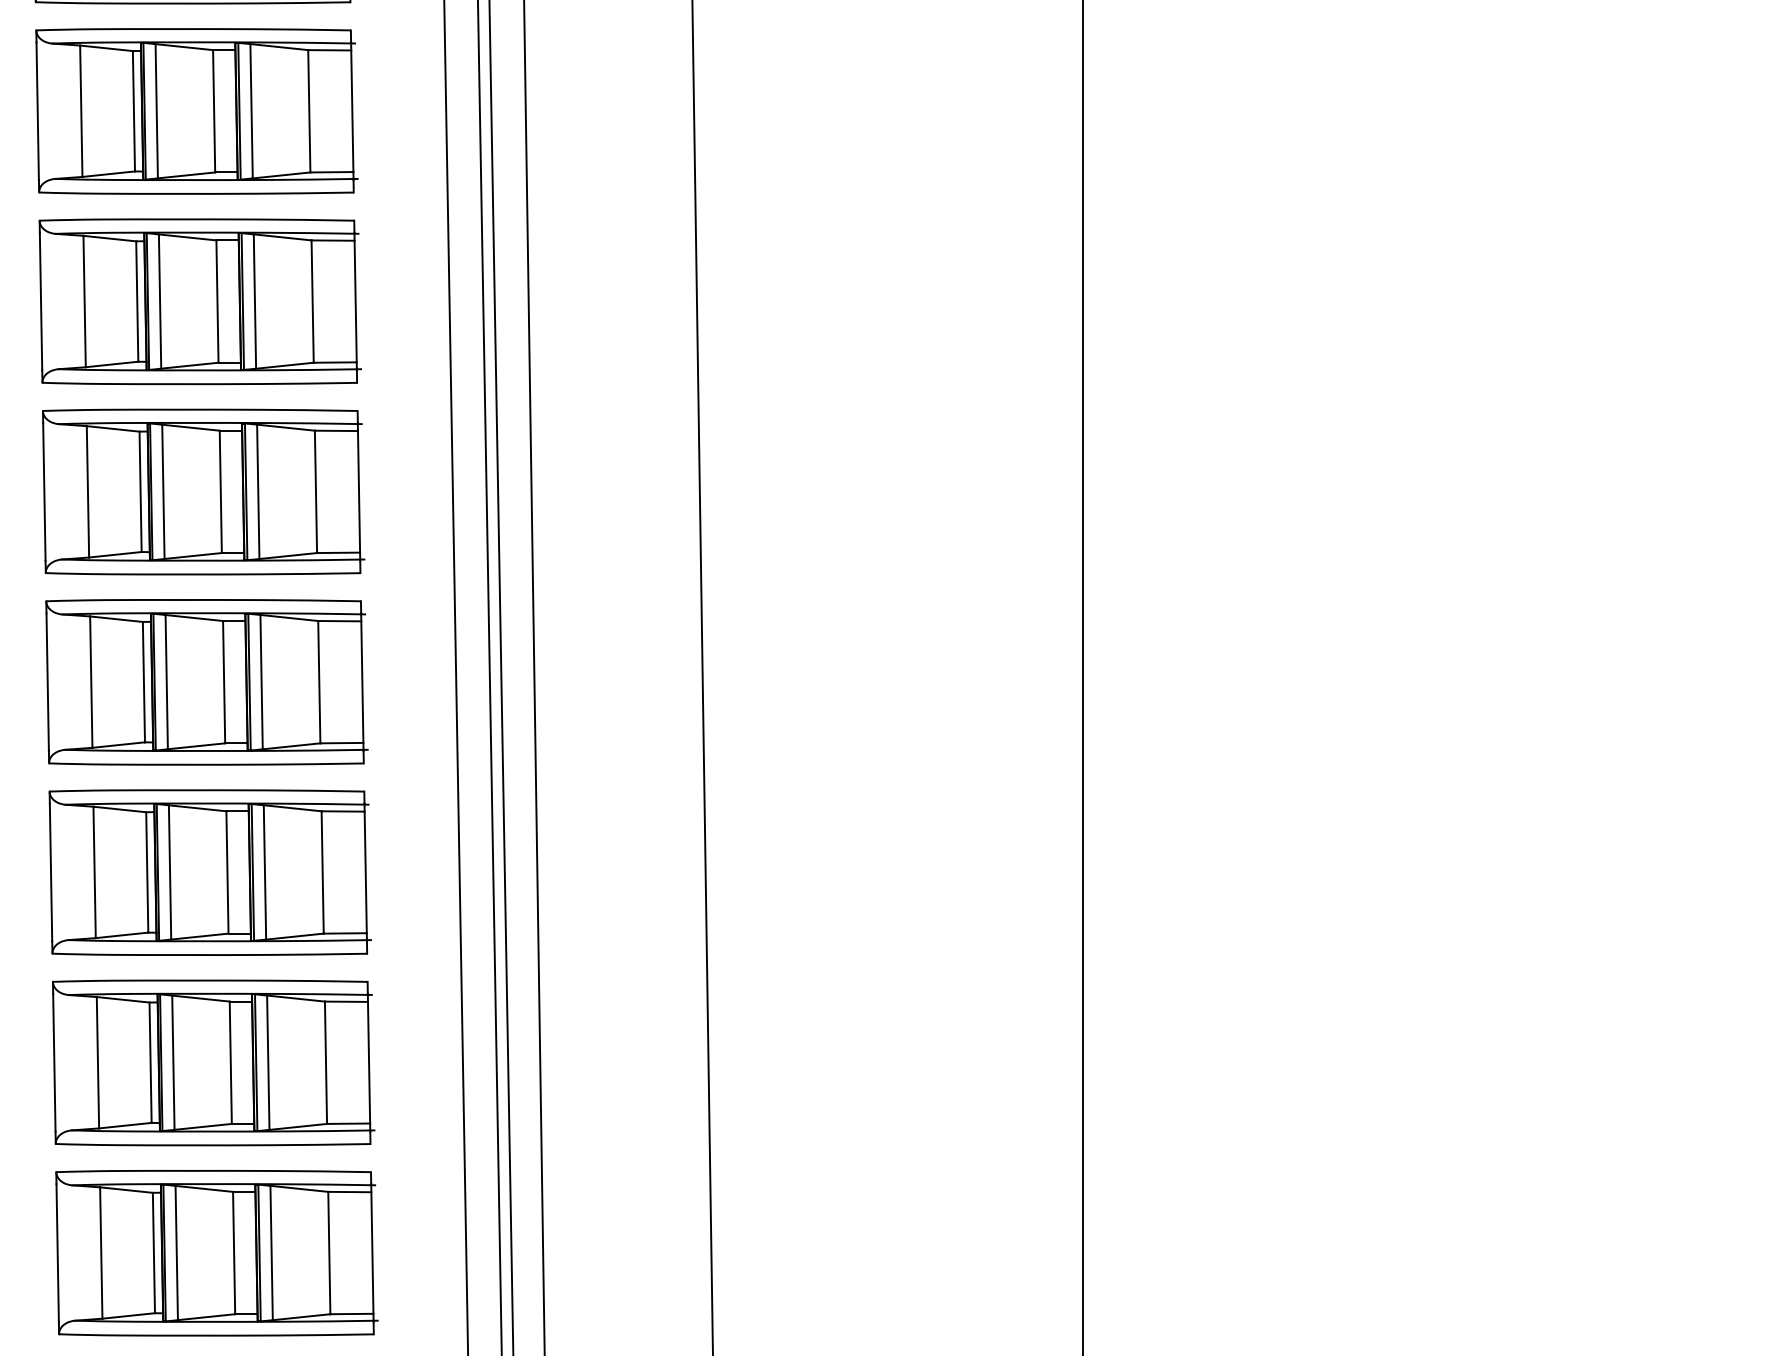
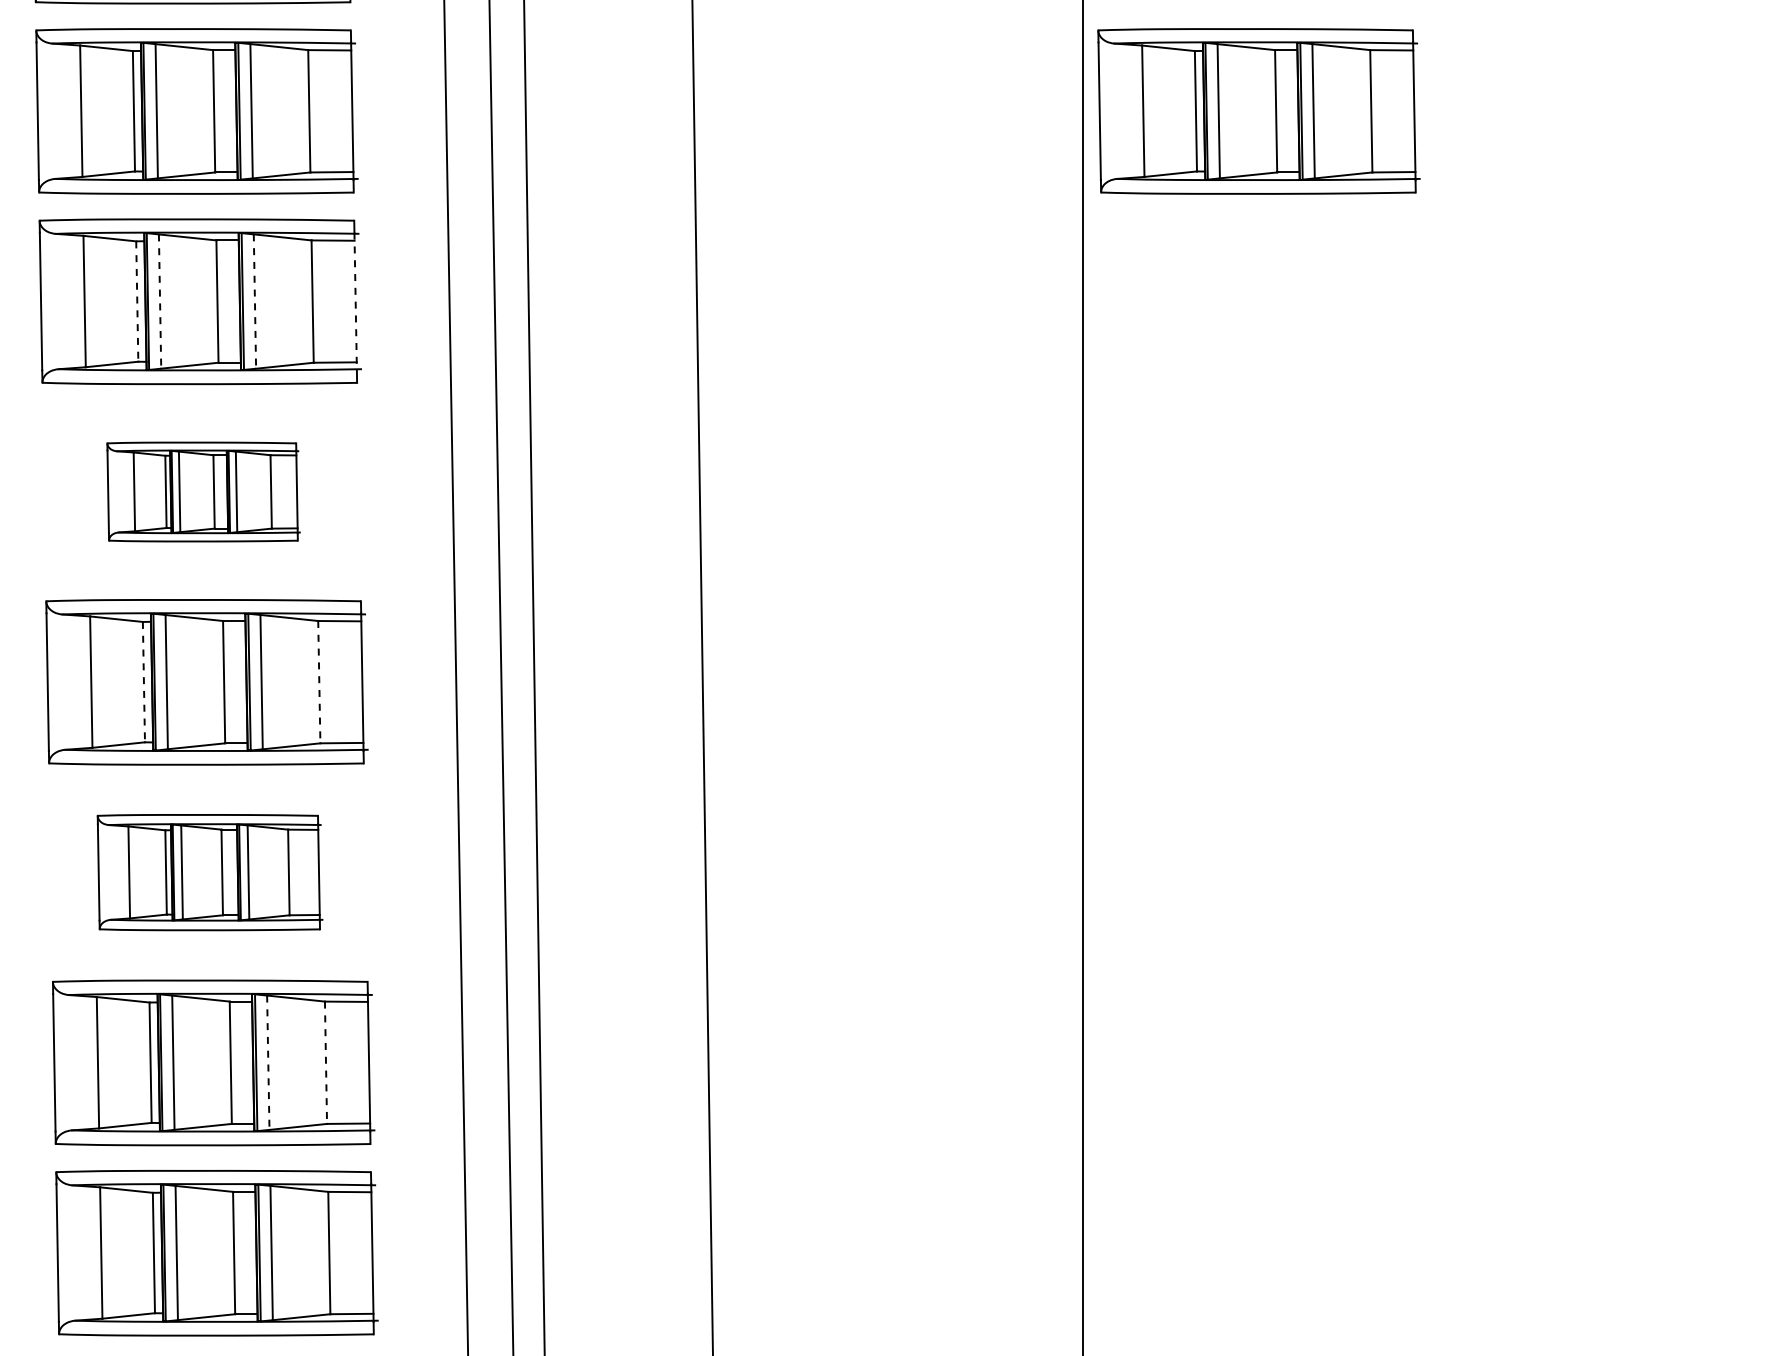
part at (1258, 111): none -> present
line at (355, 301): solid -> dashed
line at (137, 302): solid -> dashed
line at (160, 302): solid -> dashed
line at (254, 302): solid -> dashed
part at (203, 491) size: 324x168 px -> 195x102 px
line at (489, 677): present -> none
line at (143, 682): solid -> dashed
line at (319, 682): solid -> dashed
part at (209, 872) size: 324x167 px -> 228x118 px
line at (268, 1063): solid -> dashed
line at (326, 1063): solid -> dashed
